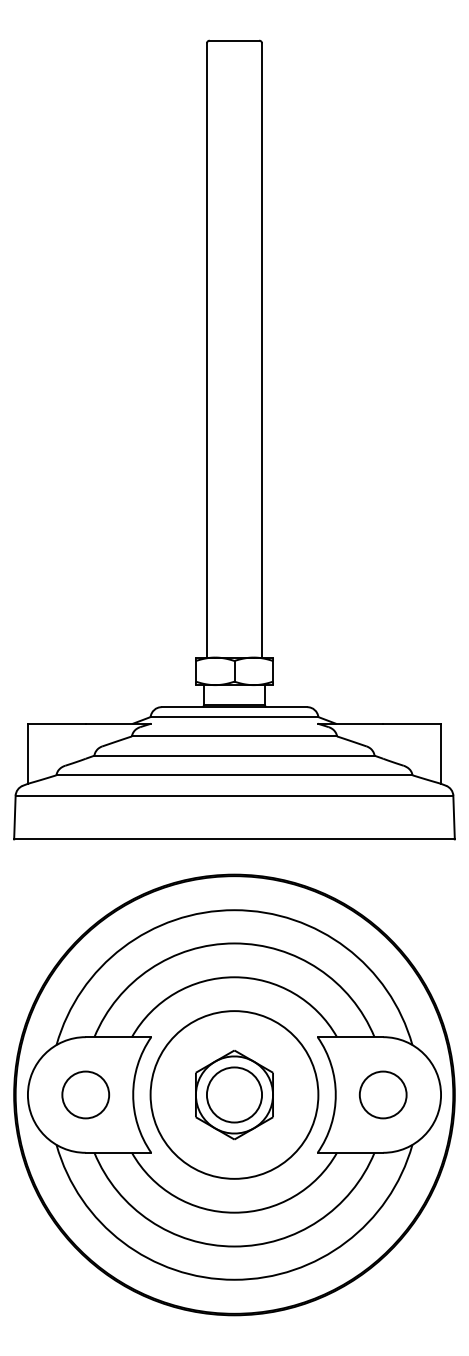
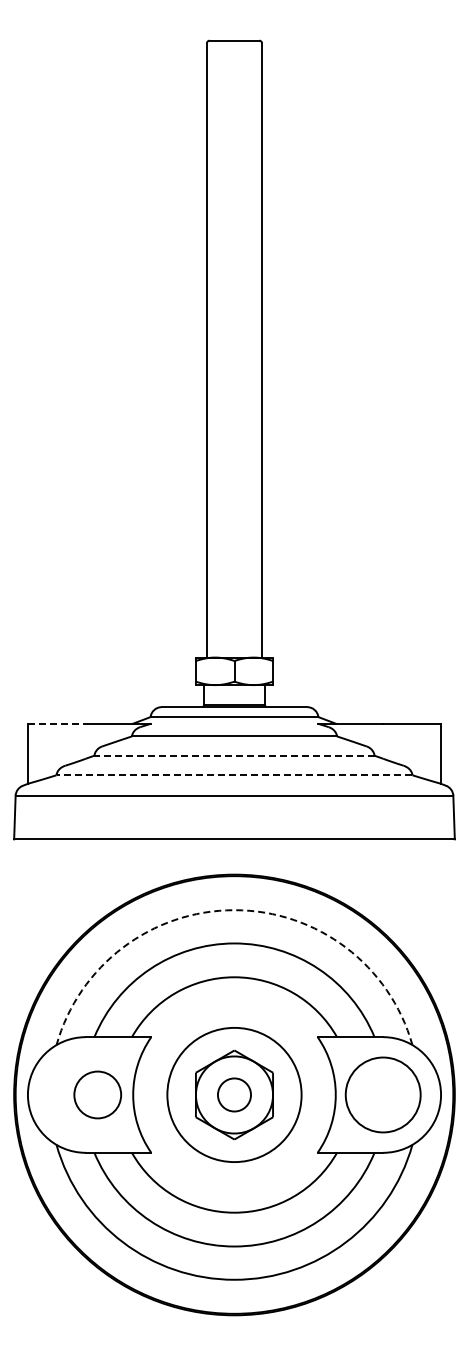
line at (56, 723): solid -> dashed
line at (234, 755): solid -> dashed
line at (234, 775): solid -> dashed
arc at (234, 910): solid -> dashed
circle at (85, 1094) position: (85, 1094) -> (97, 1094)
circle at (234, 1094) diameter: 168 px -> 134 px
circle at (234, 1094) diameter: 55 px -> 33 px
circle at (382, 1094) diameter: 47 px -> 75 px
